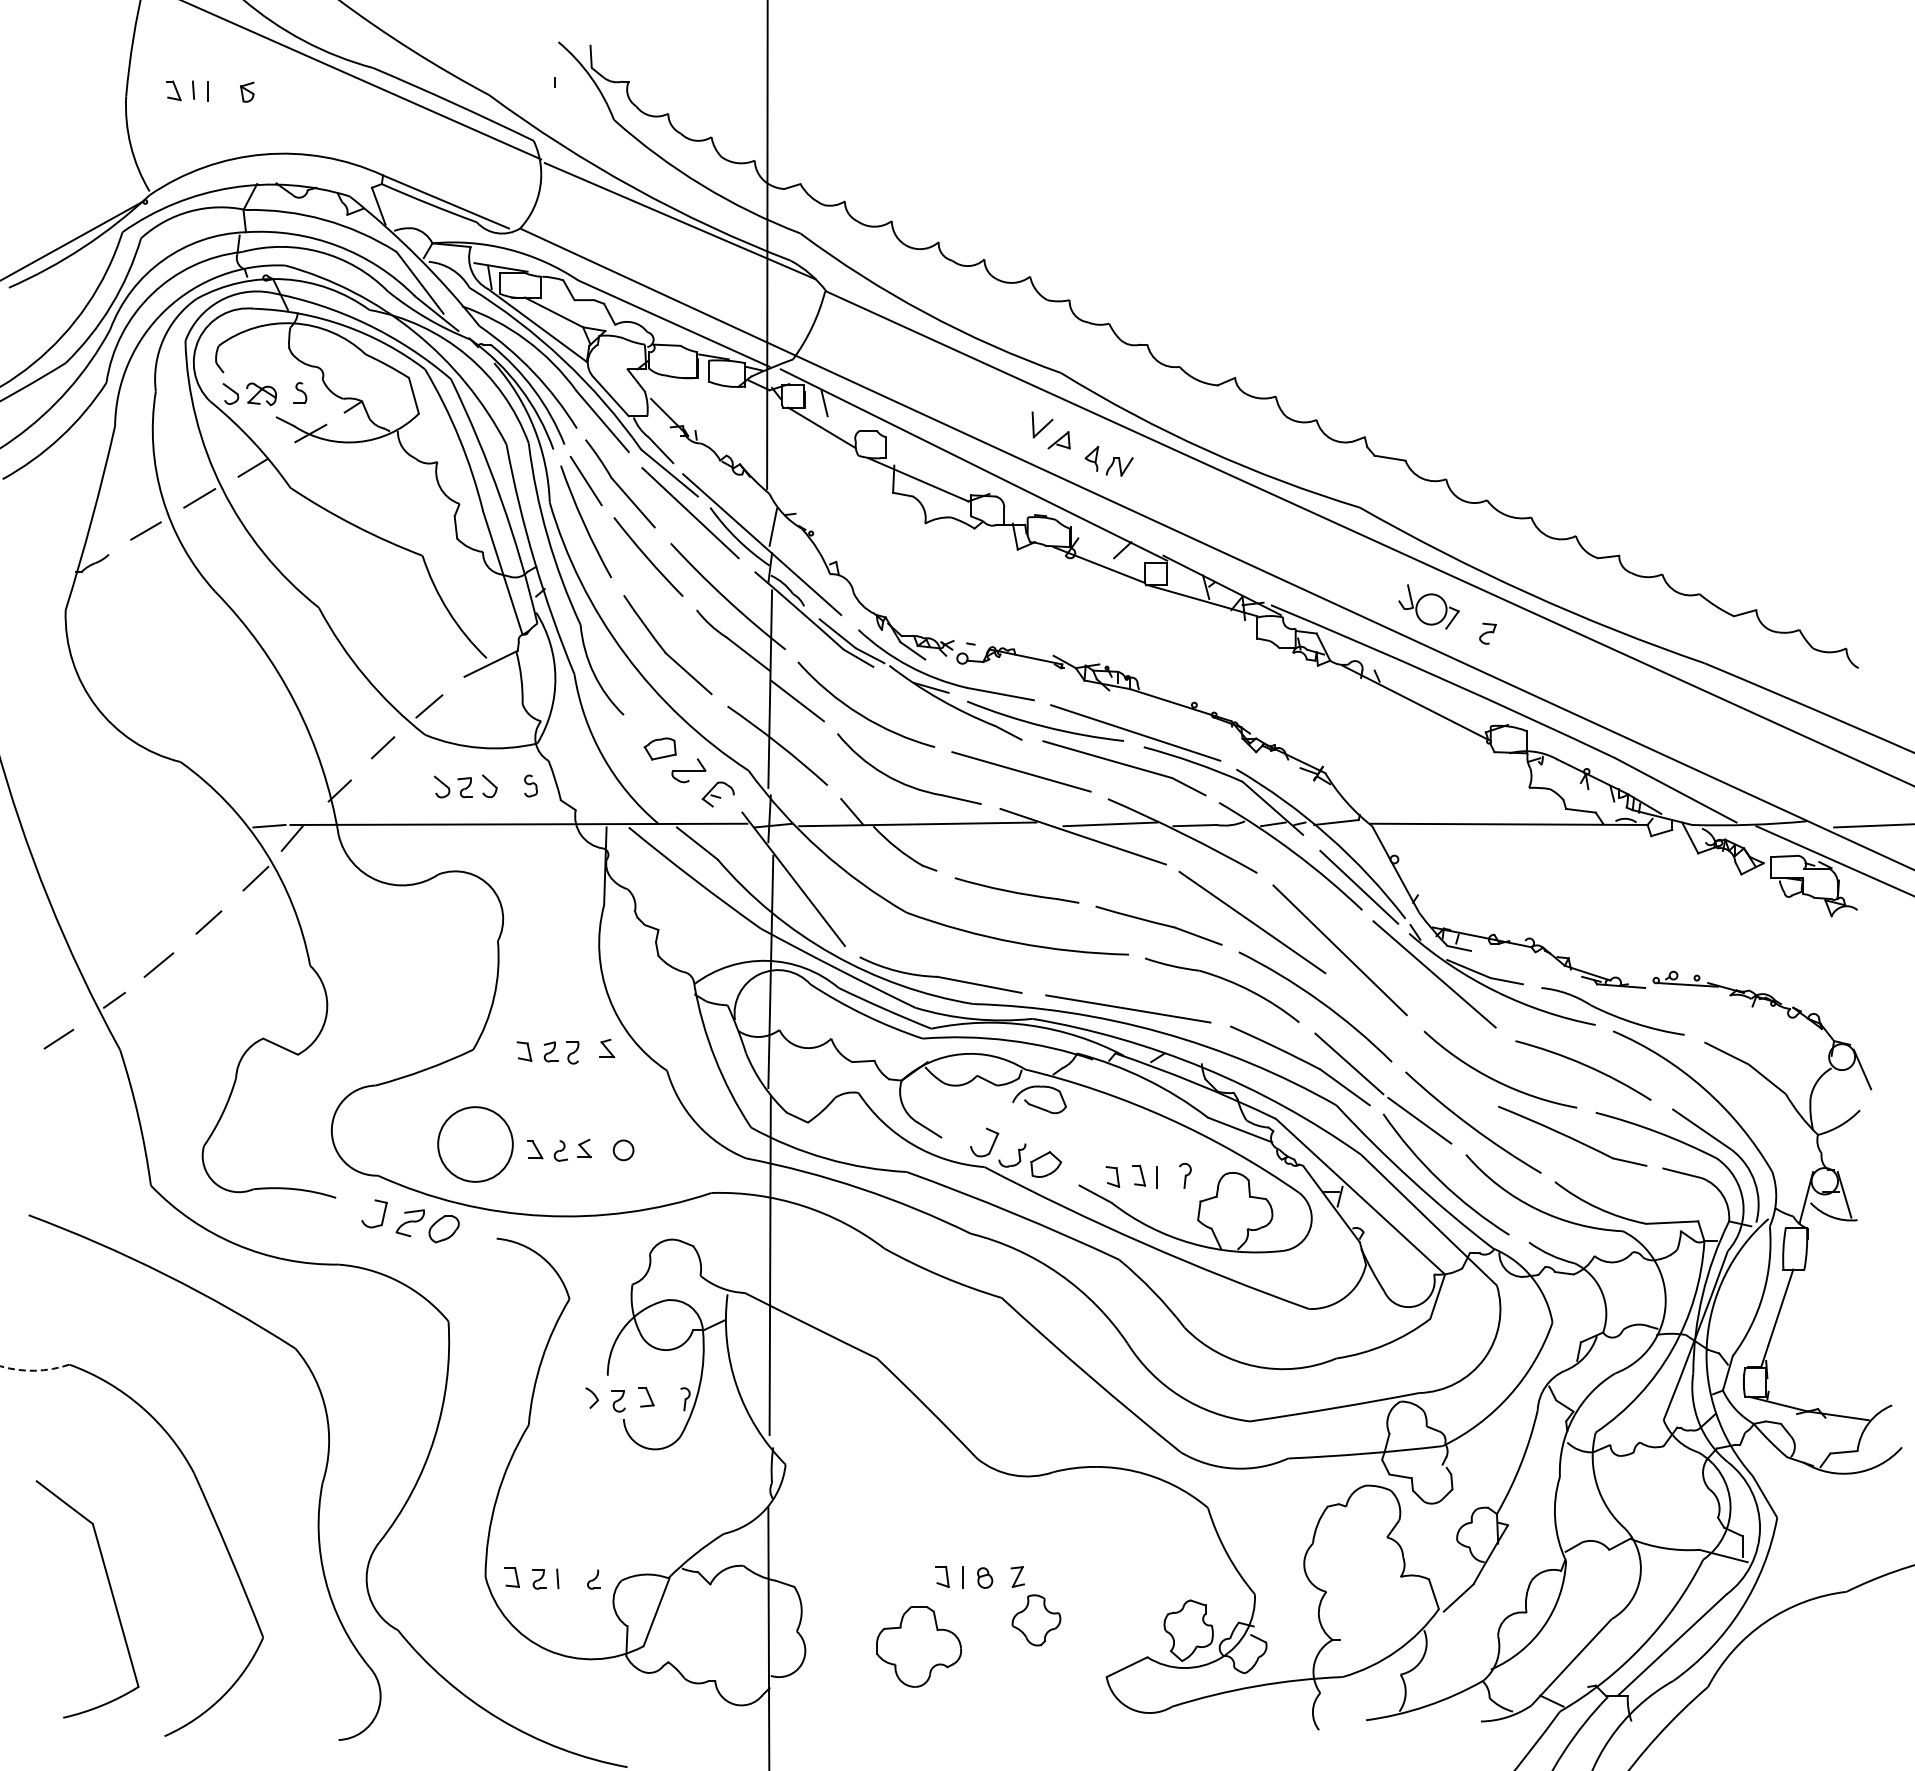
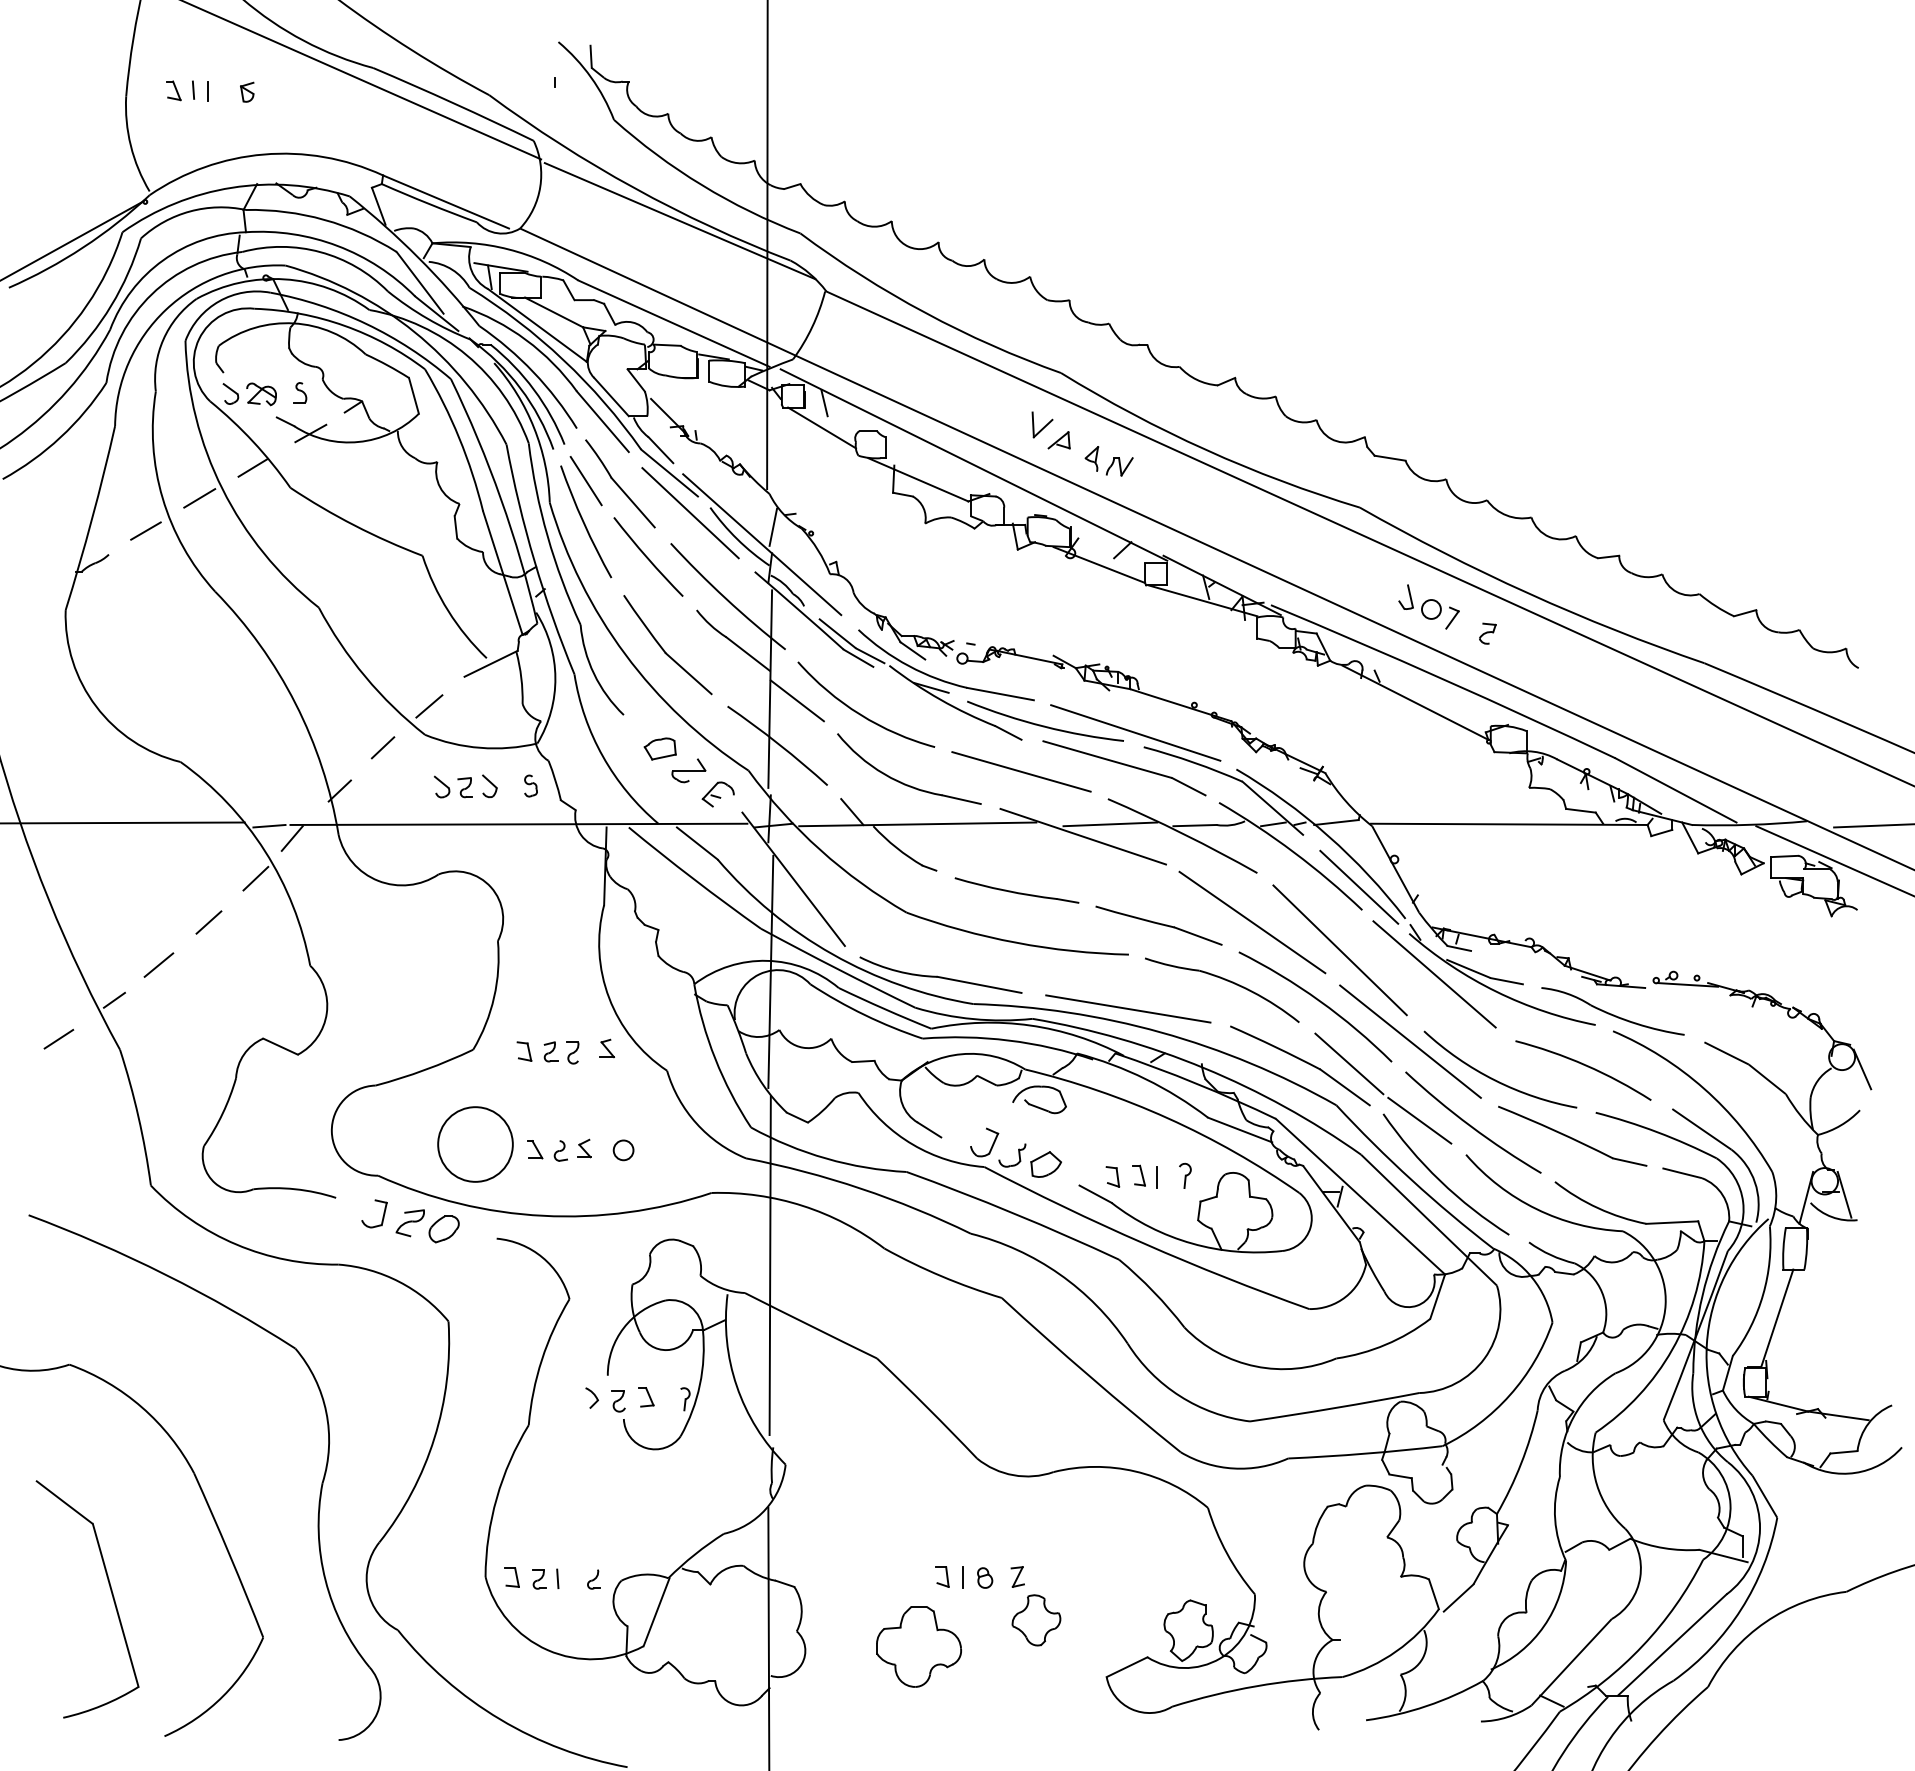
circle at (1431, 609) diameter: 30 px -> 19 px
line at (123, 822): none -> present
line at (1410, 1041): none -> present
arc at (34, 1370): dashed -> solid
